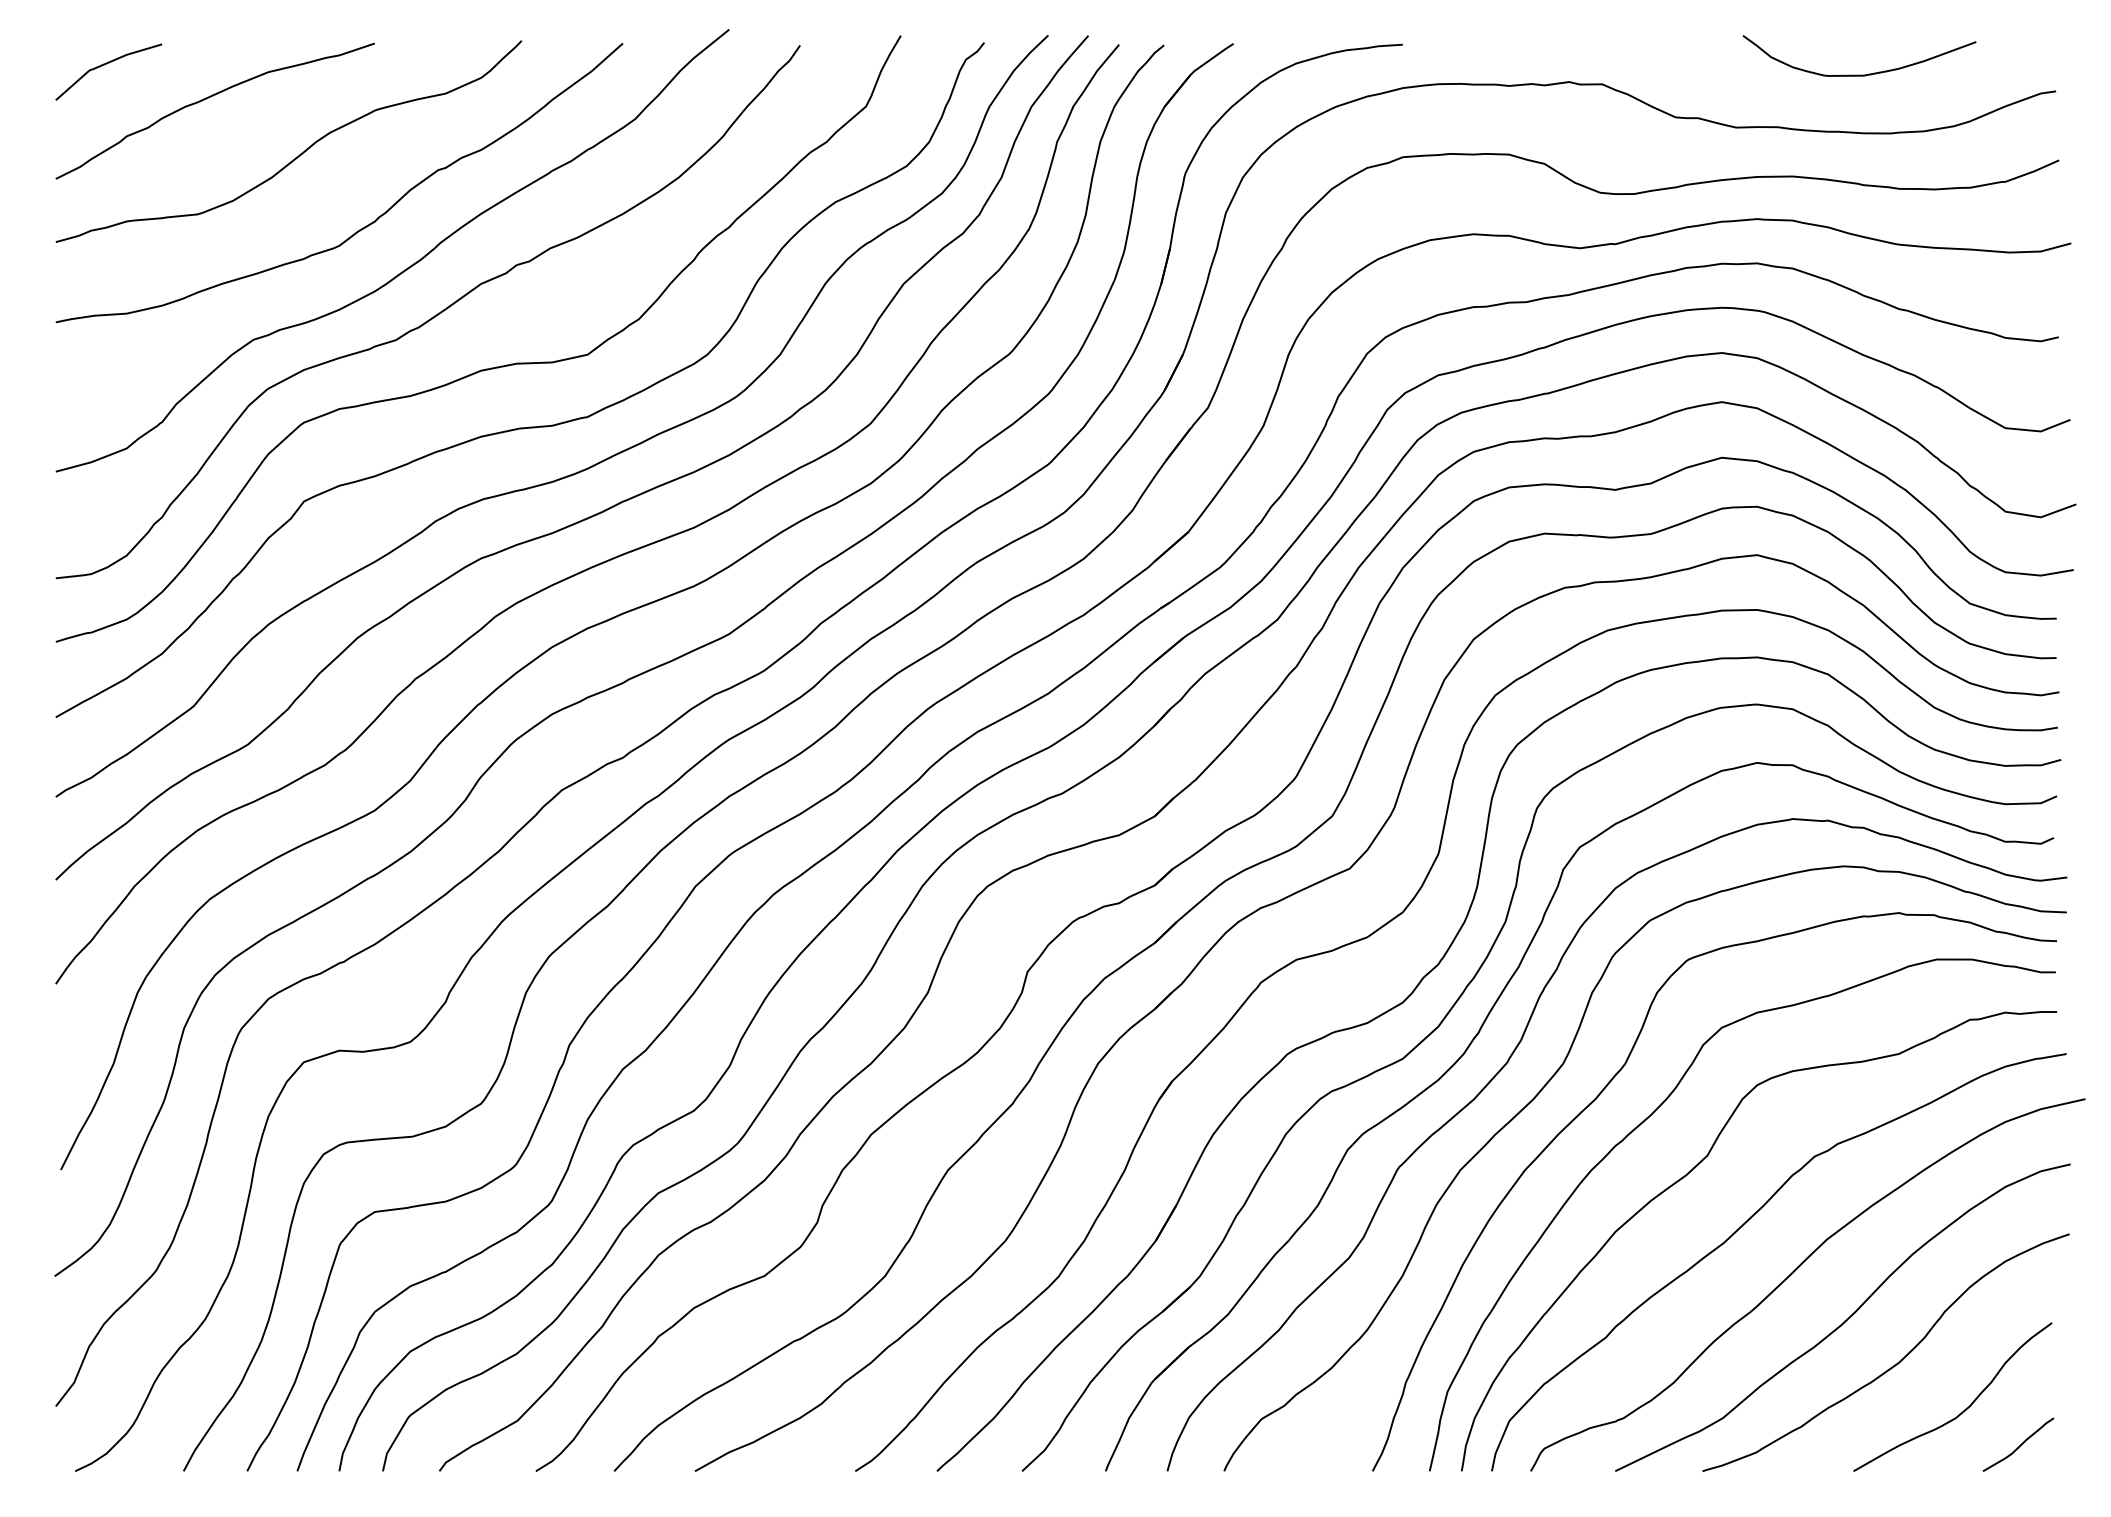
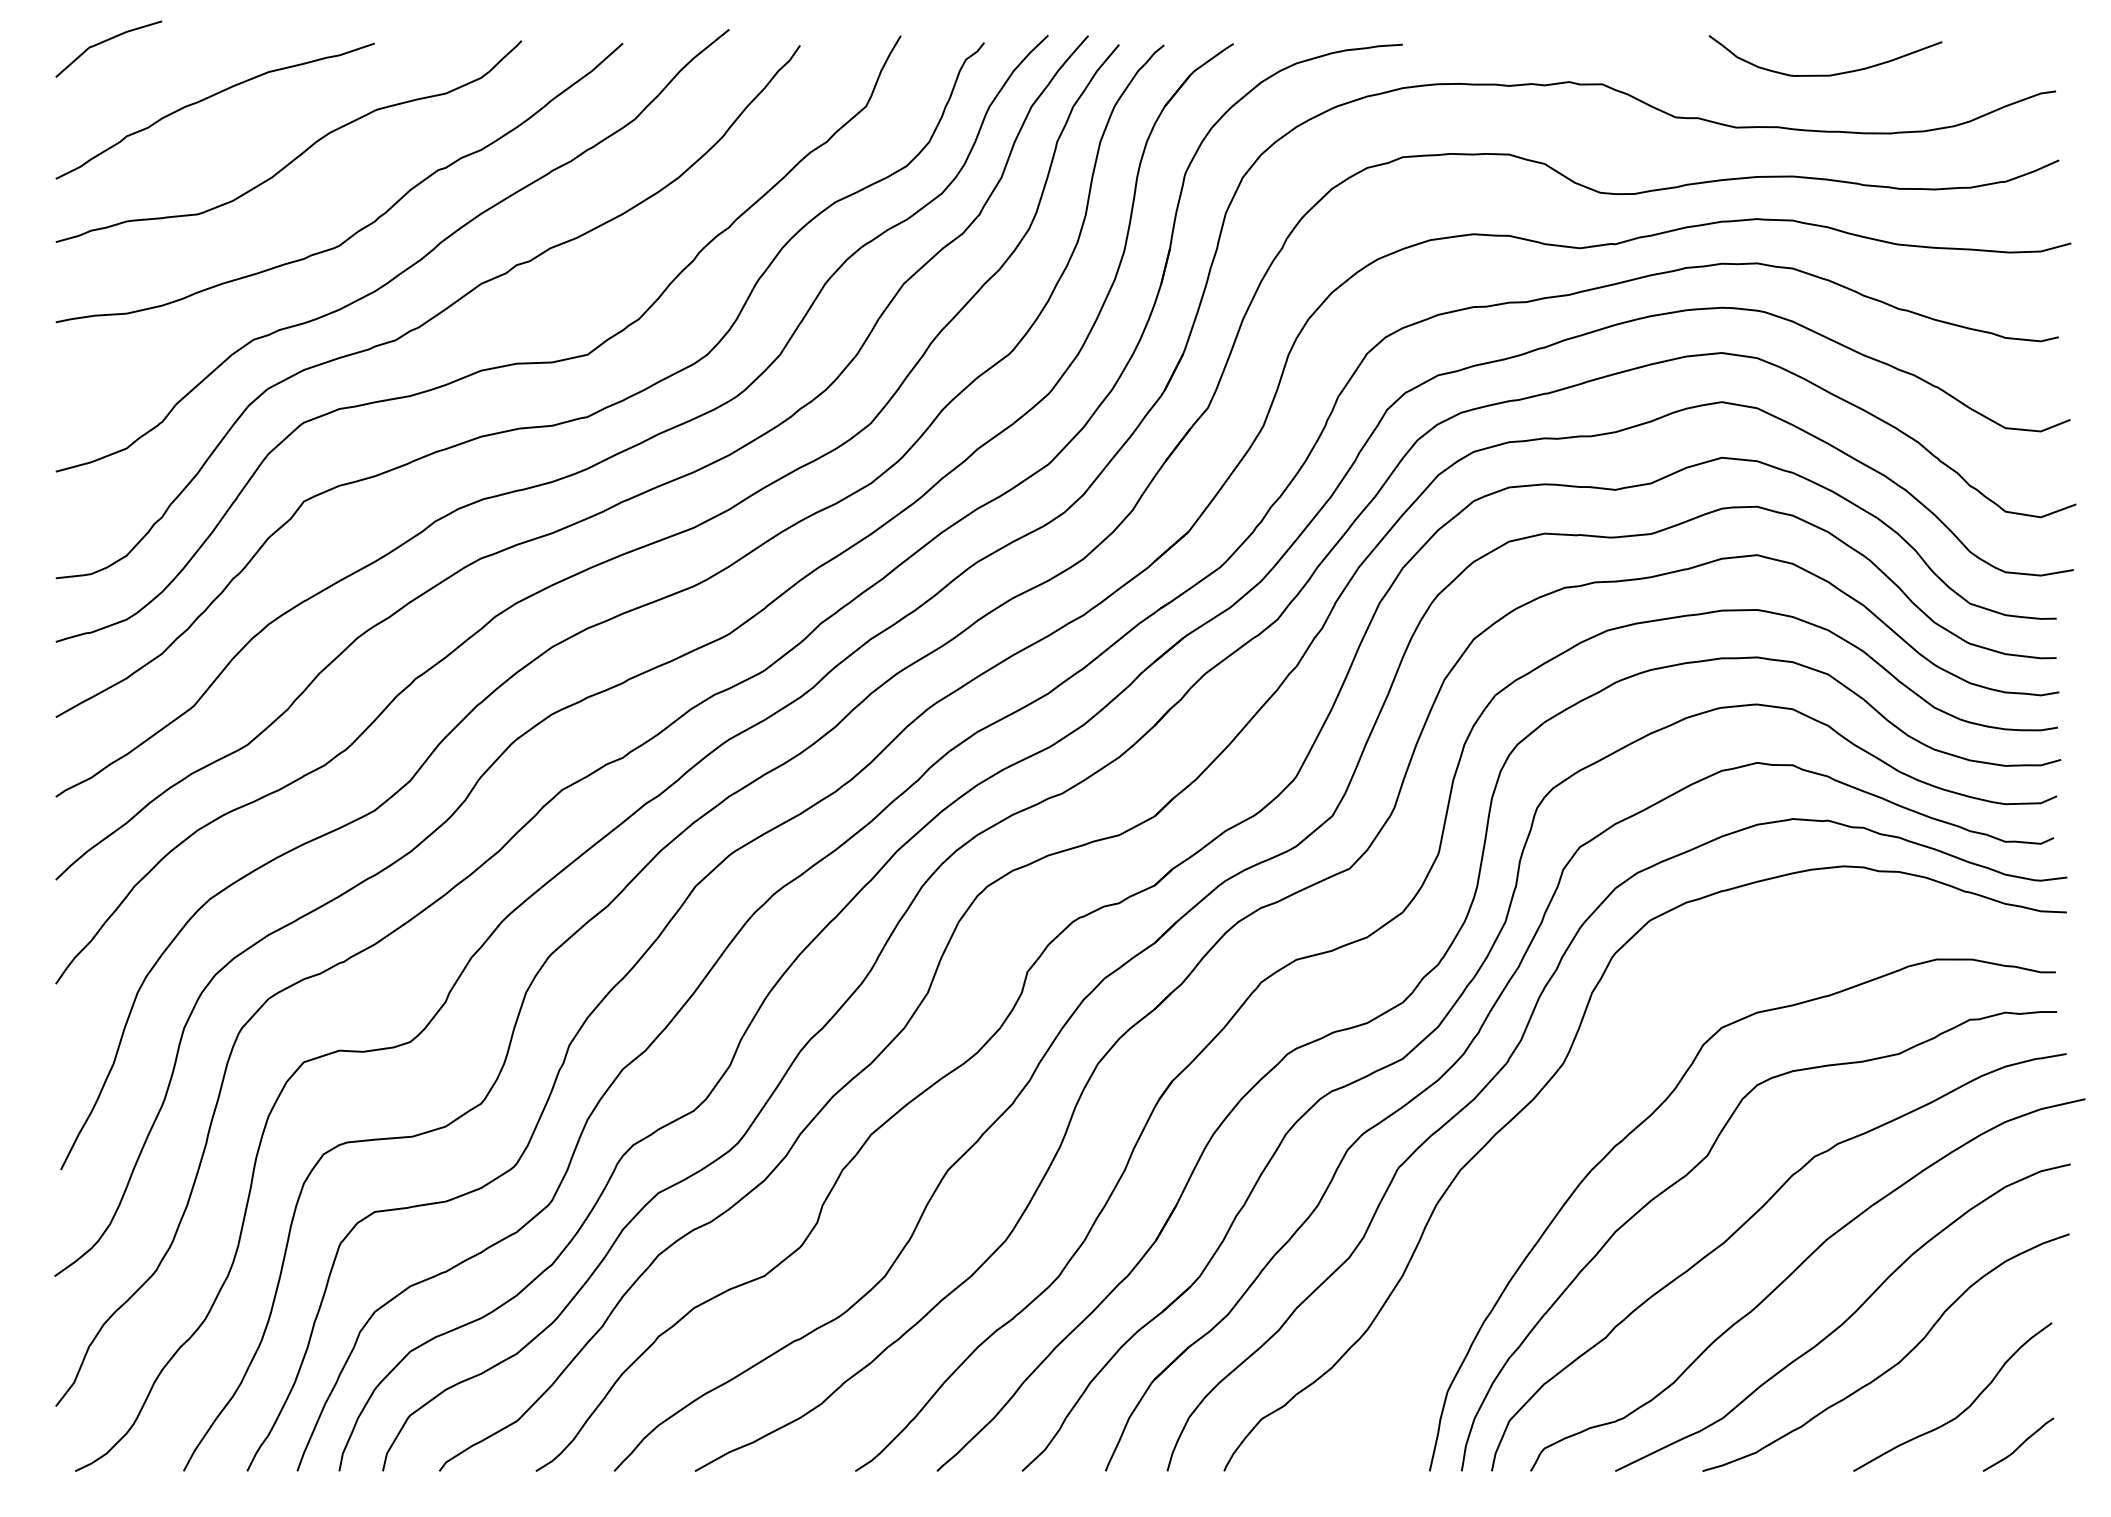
curve at (107, 64) position: (107, 64) -> (107, 41)
curve at (1859, 74) position: (1859, 74) -> (1825, 74)
curve at (1598, 1097): present -> none
